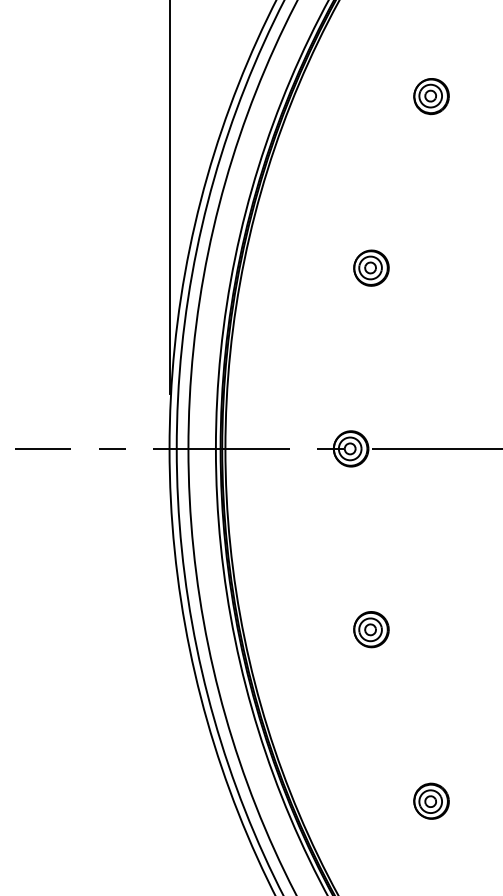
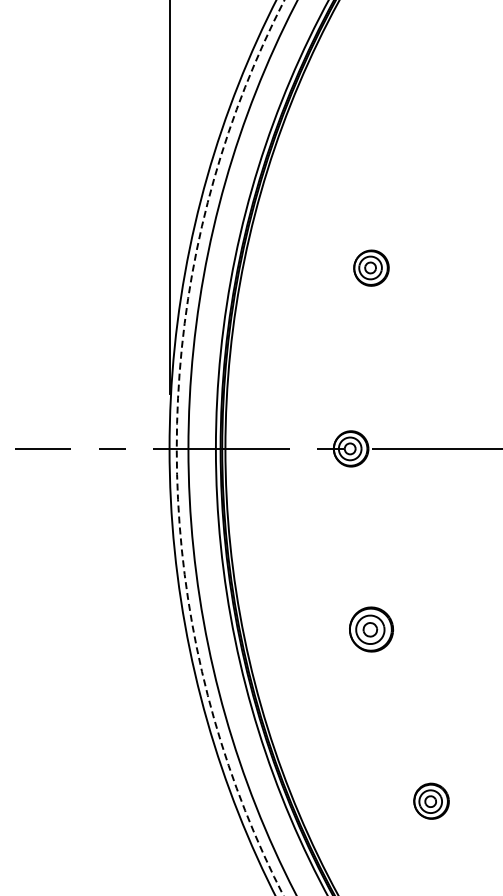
part at (431, 96): present -> none
circle at (230, 447): solid -> dashed
part at (371, 629) size: 37x38 px -> 46x47 px
